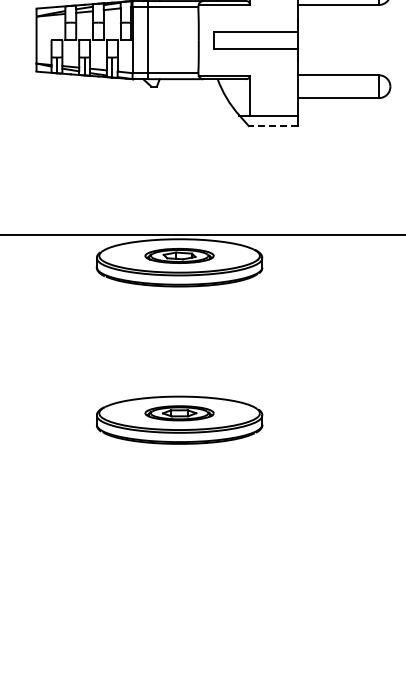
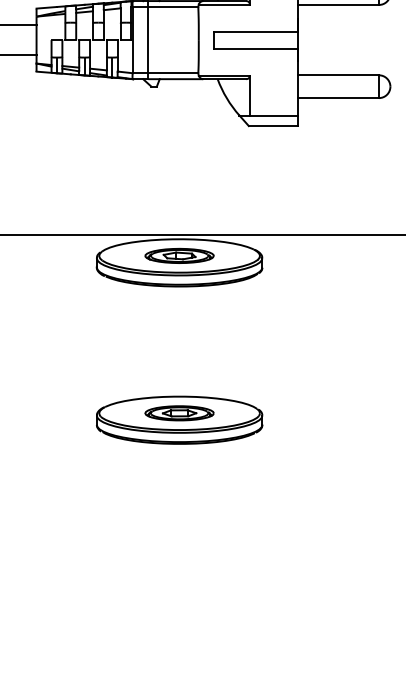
line at (19, 24): none -> present
line at (19, 55): none -> present
line at (273, 126): dashed -> solid
